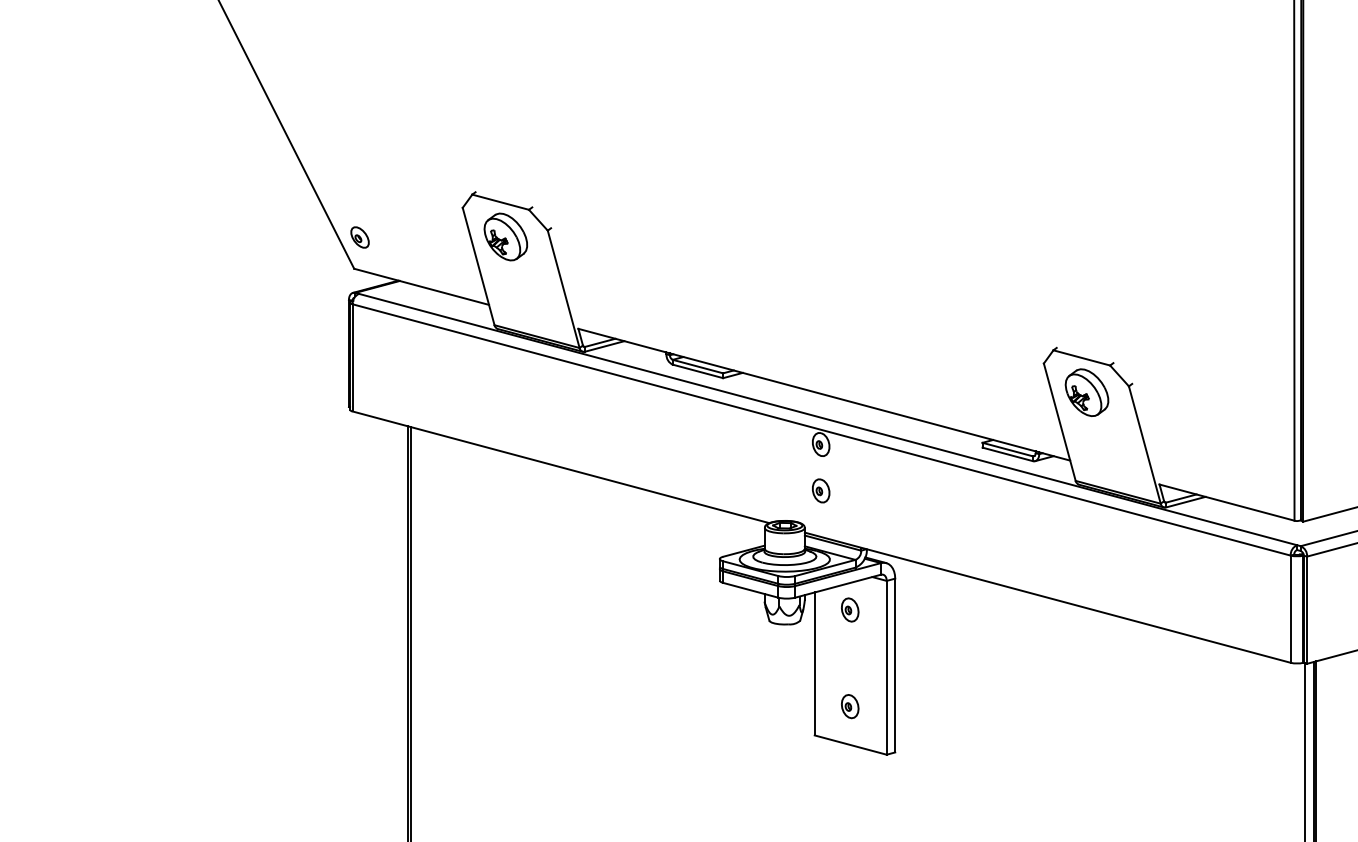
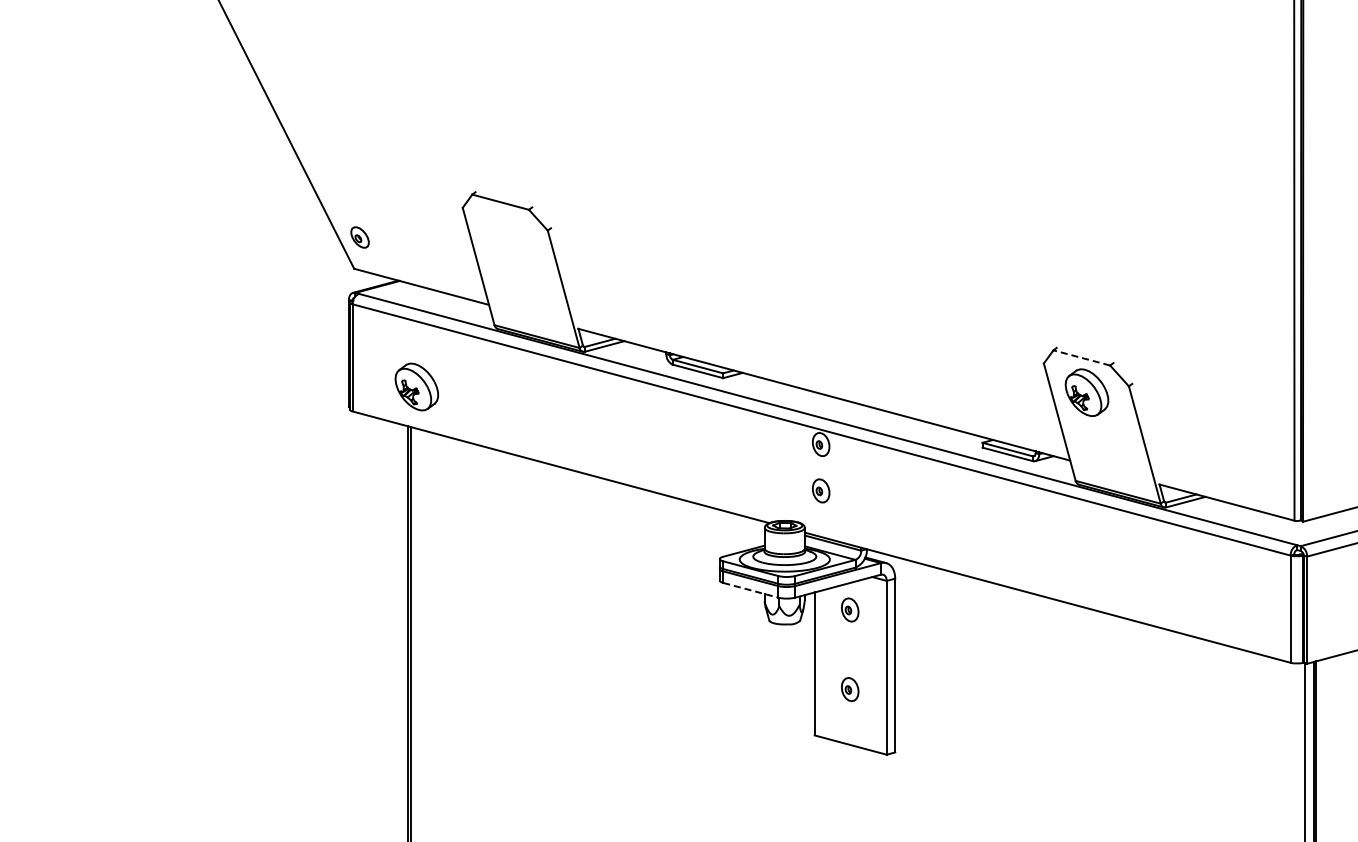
part at (505, 236) position: (505, 236) -> (416, 386)
line at (1081, 357): solid -> dashed
line at (751, 590): solid -> dashed
part at (850, 706) position: (850, 706) -> (850, 689)
